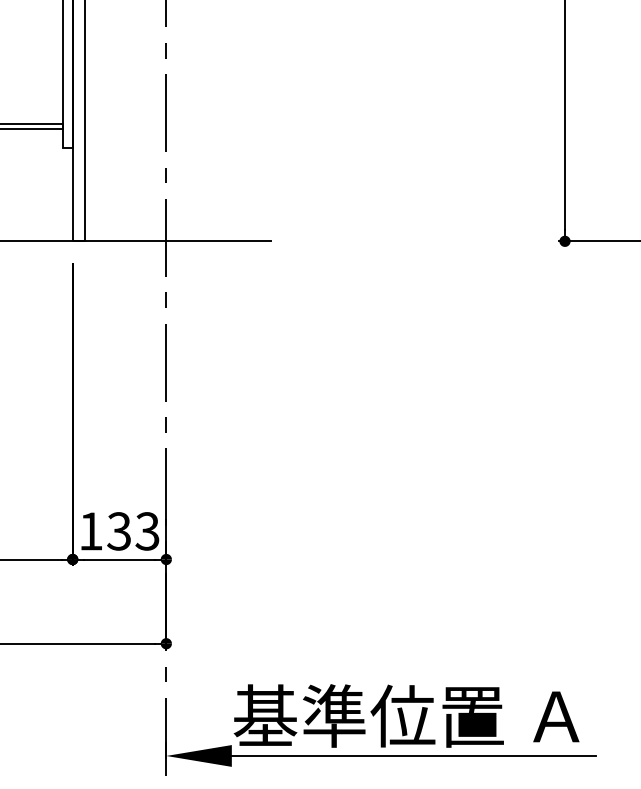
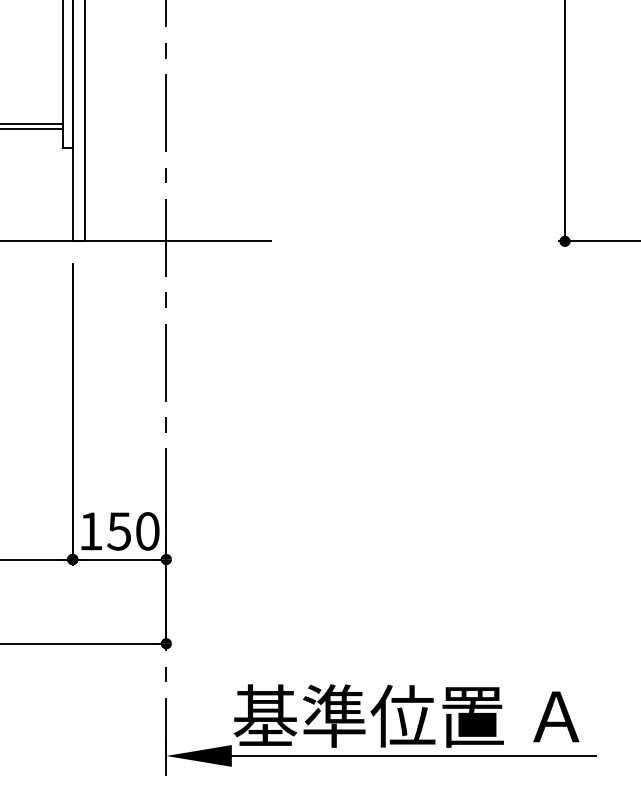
text at (133, 531): 133 -> 150
